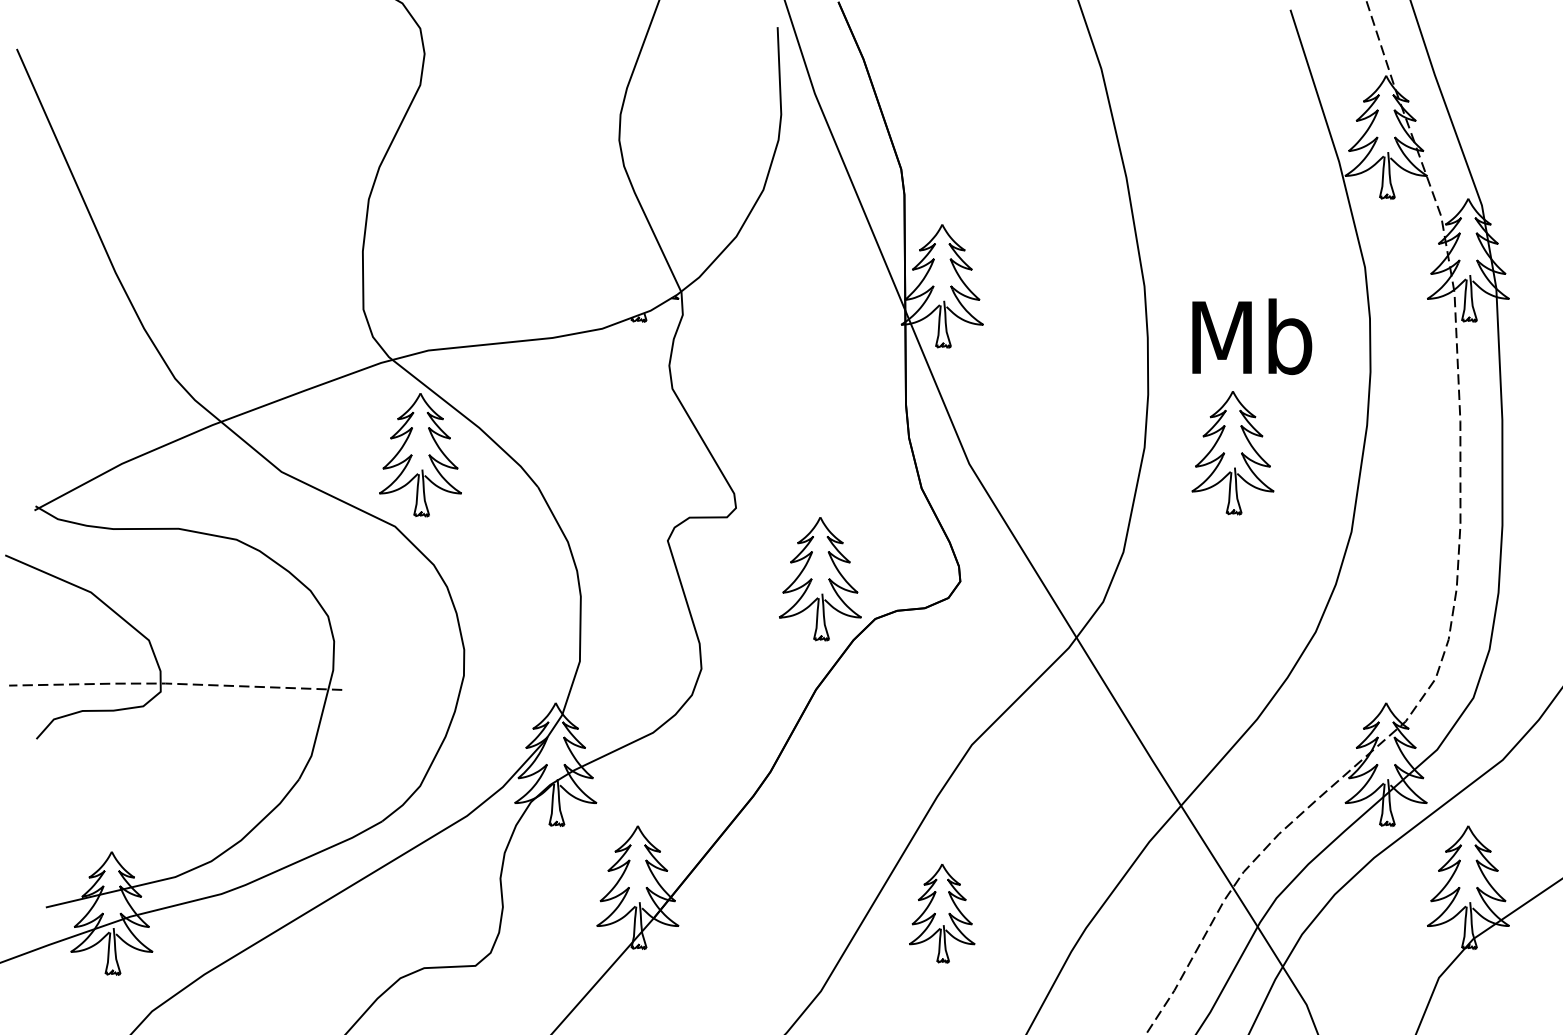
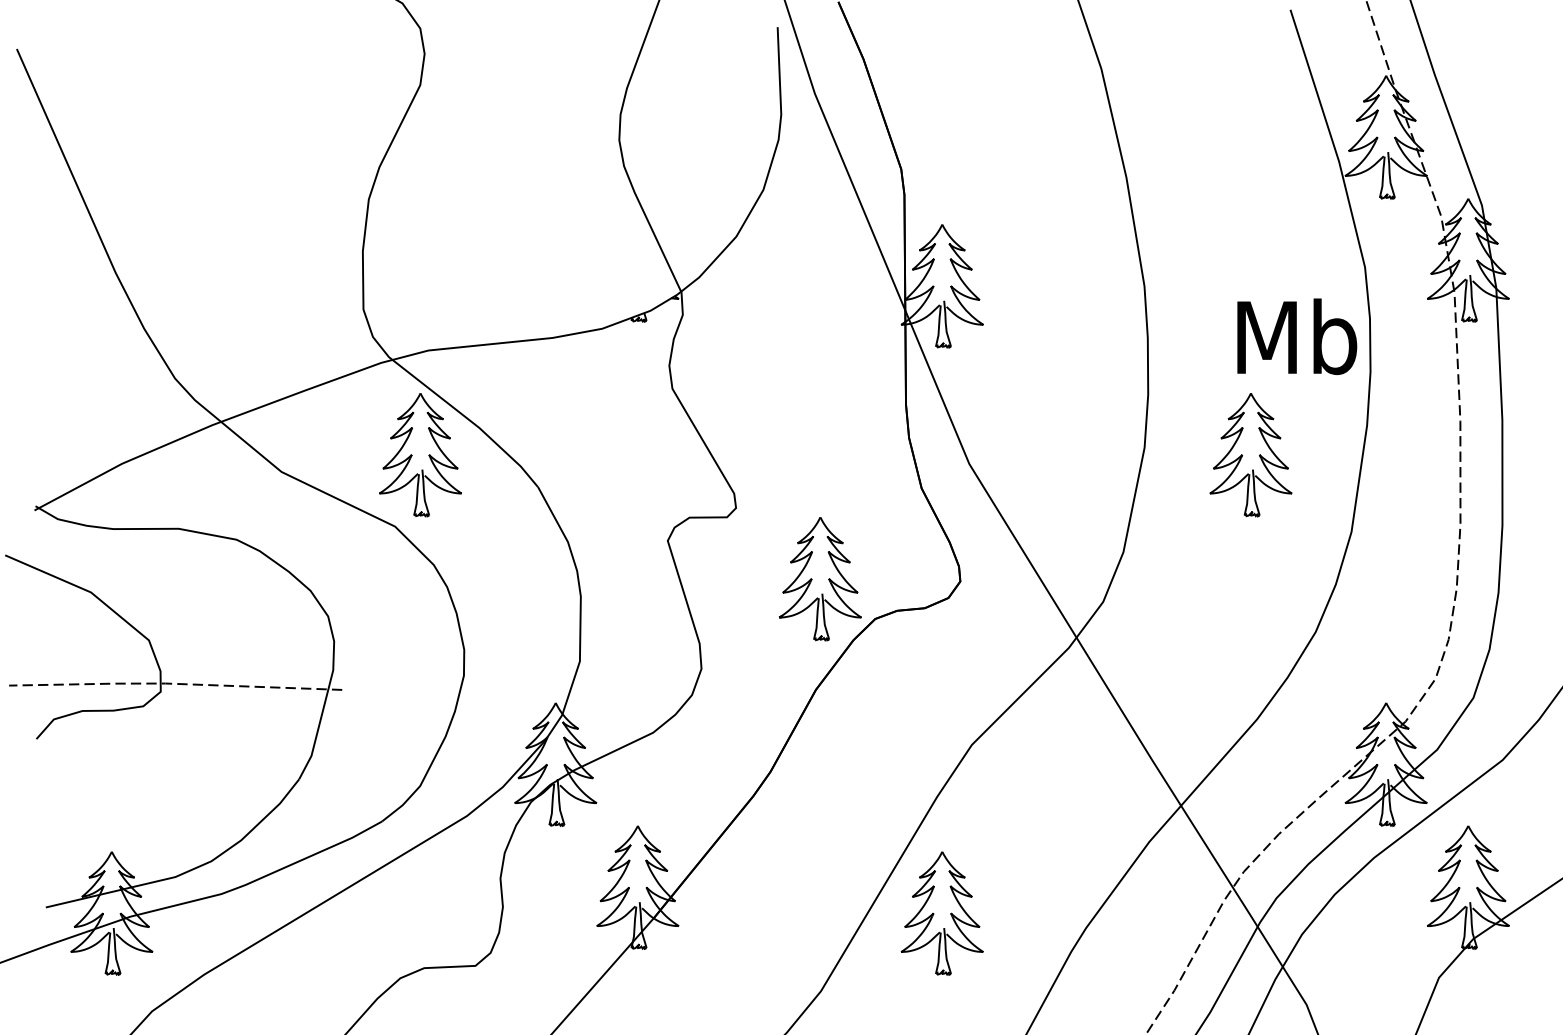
text at (1252, 336) position: (1252, 336) -> (1297, 336)
part at (1232, 453) position: (1232, 453) -> (1250, 455)
part at (942, 913) size: 67x100 px -> 84x125 px
